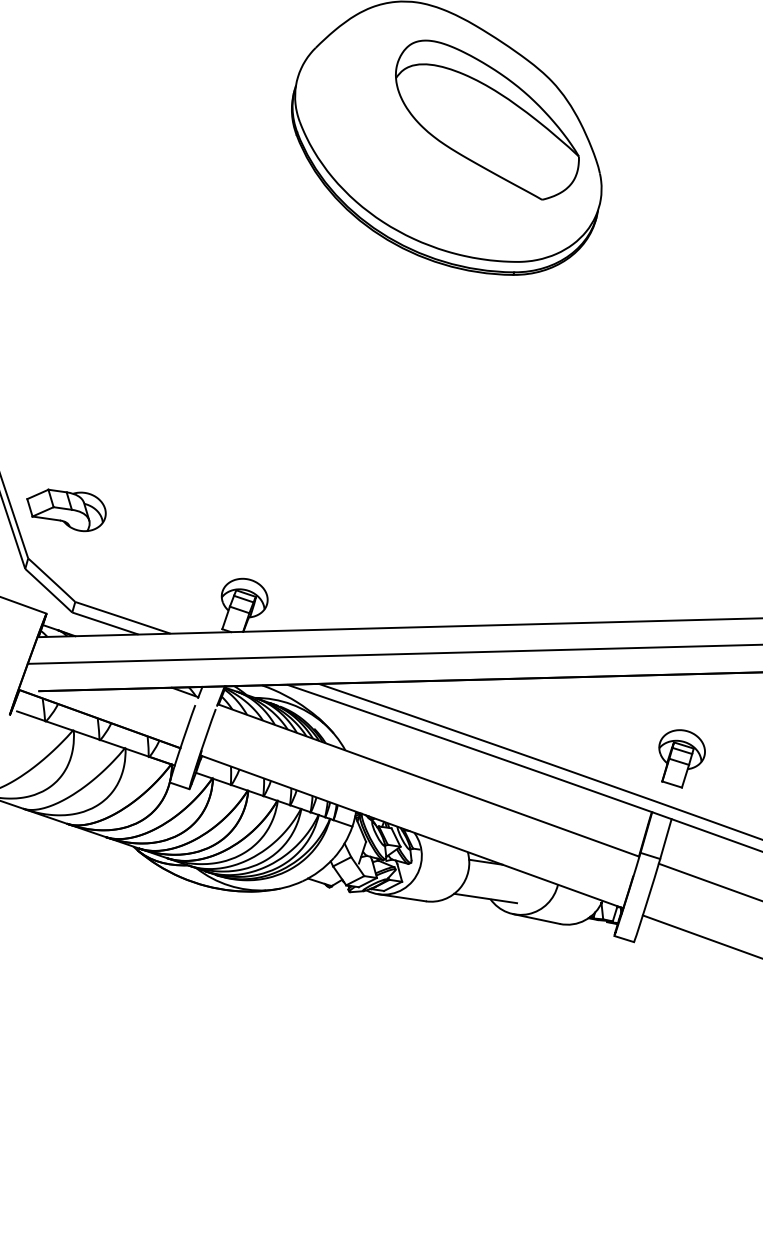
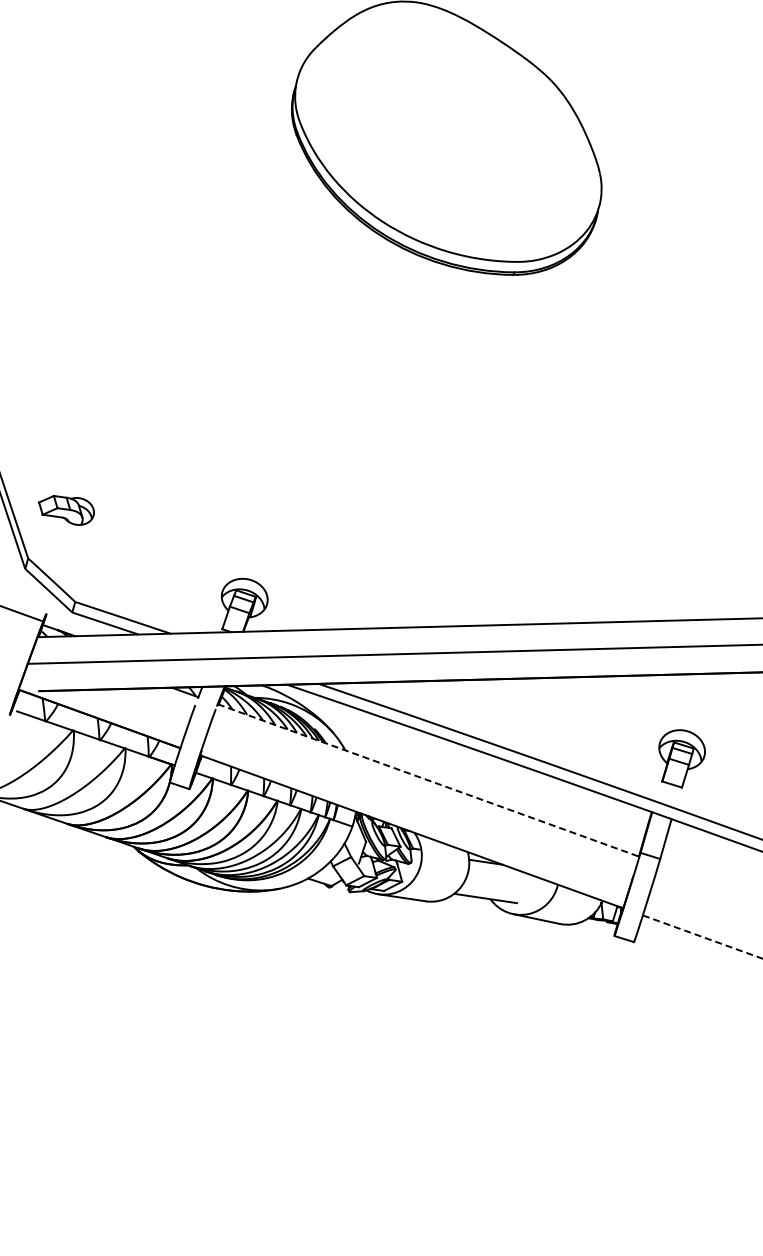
part at (487, 119): present -> none
part at (66, 510) size: 81x45 px -> 57x32 px
line at (24, 605) position: (24, 605) -> (22, 613)
line at (428, 780): solid -> dashed
line at (708, 881): present -> none
line at (703, 937): solid -> dashed
